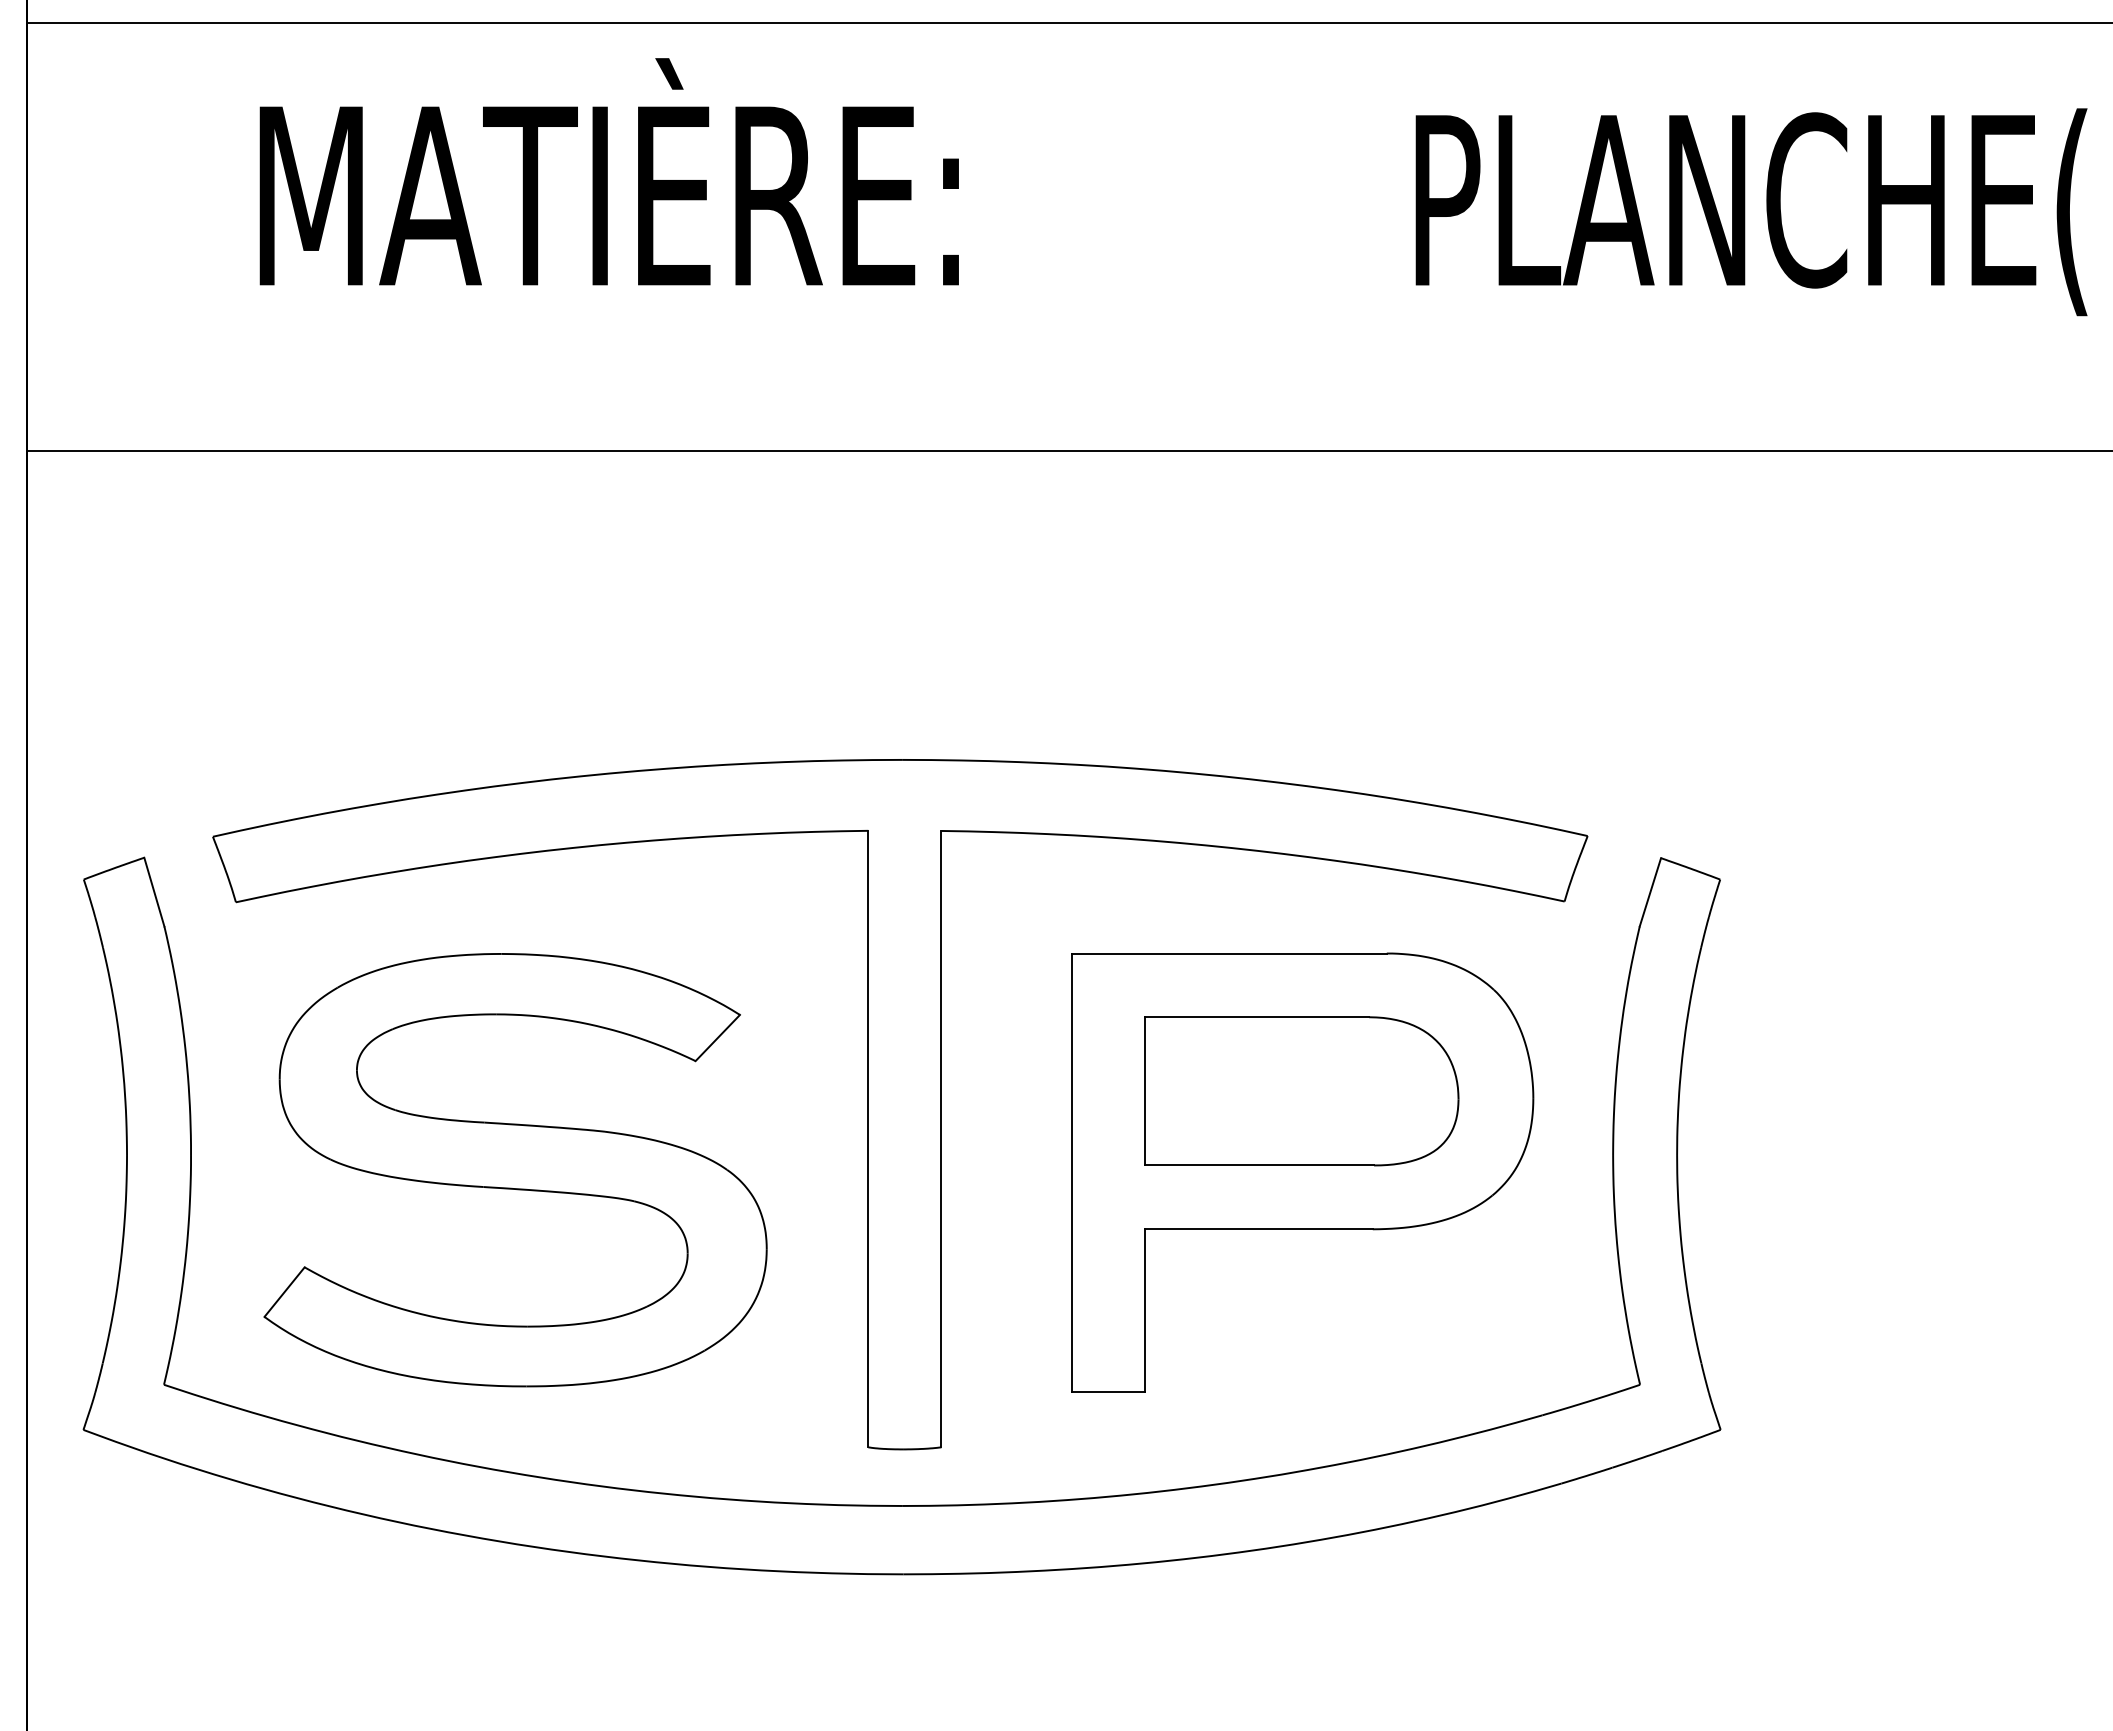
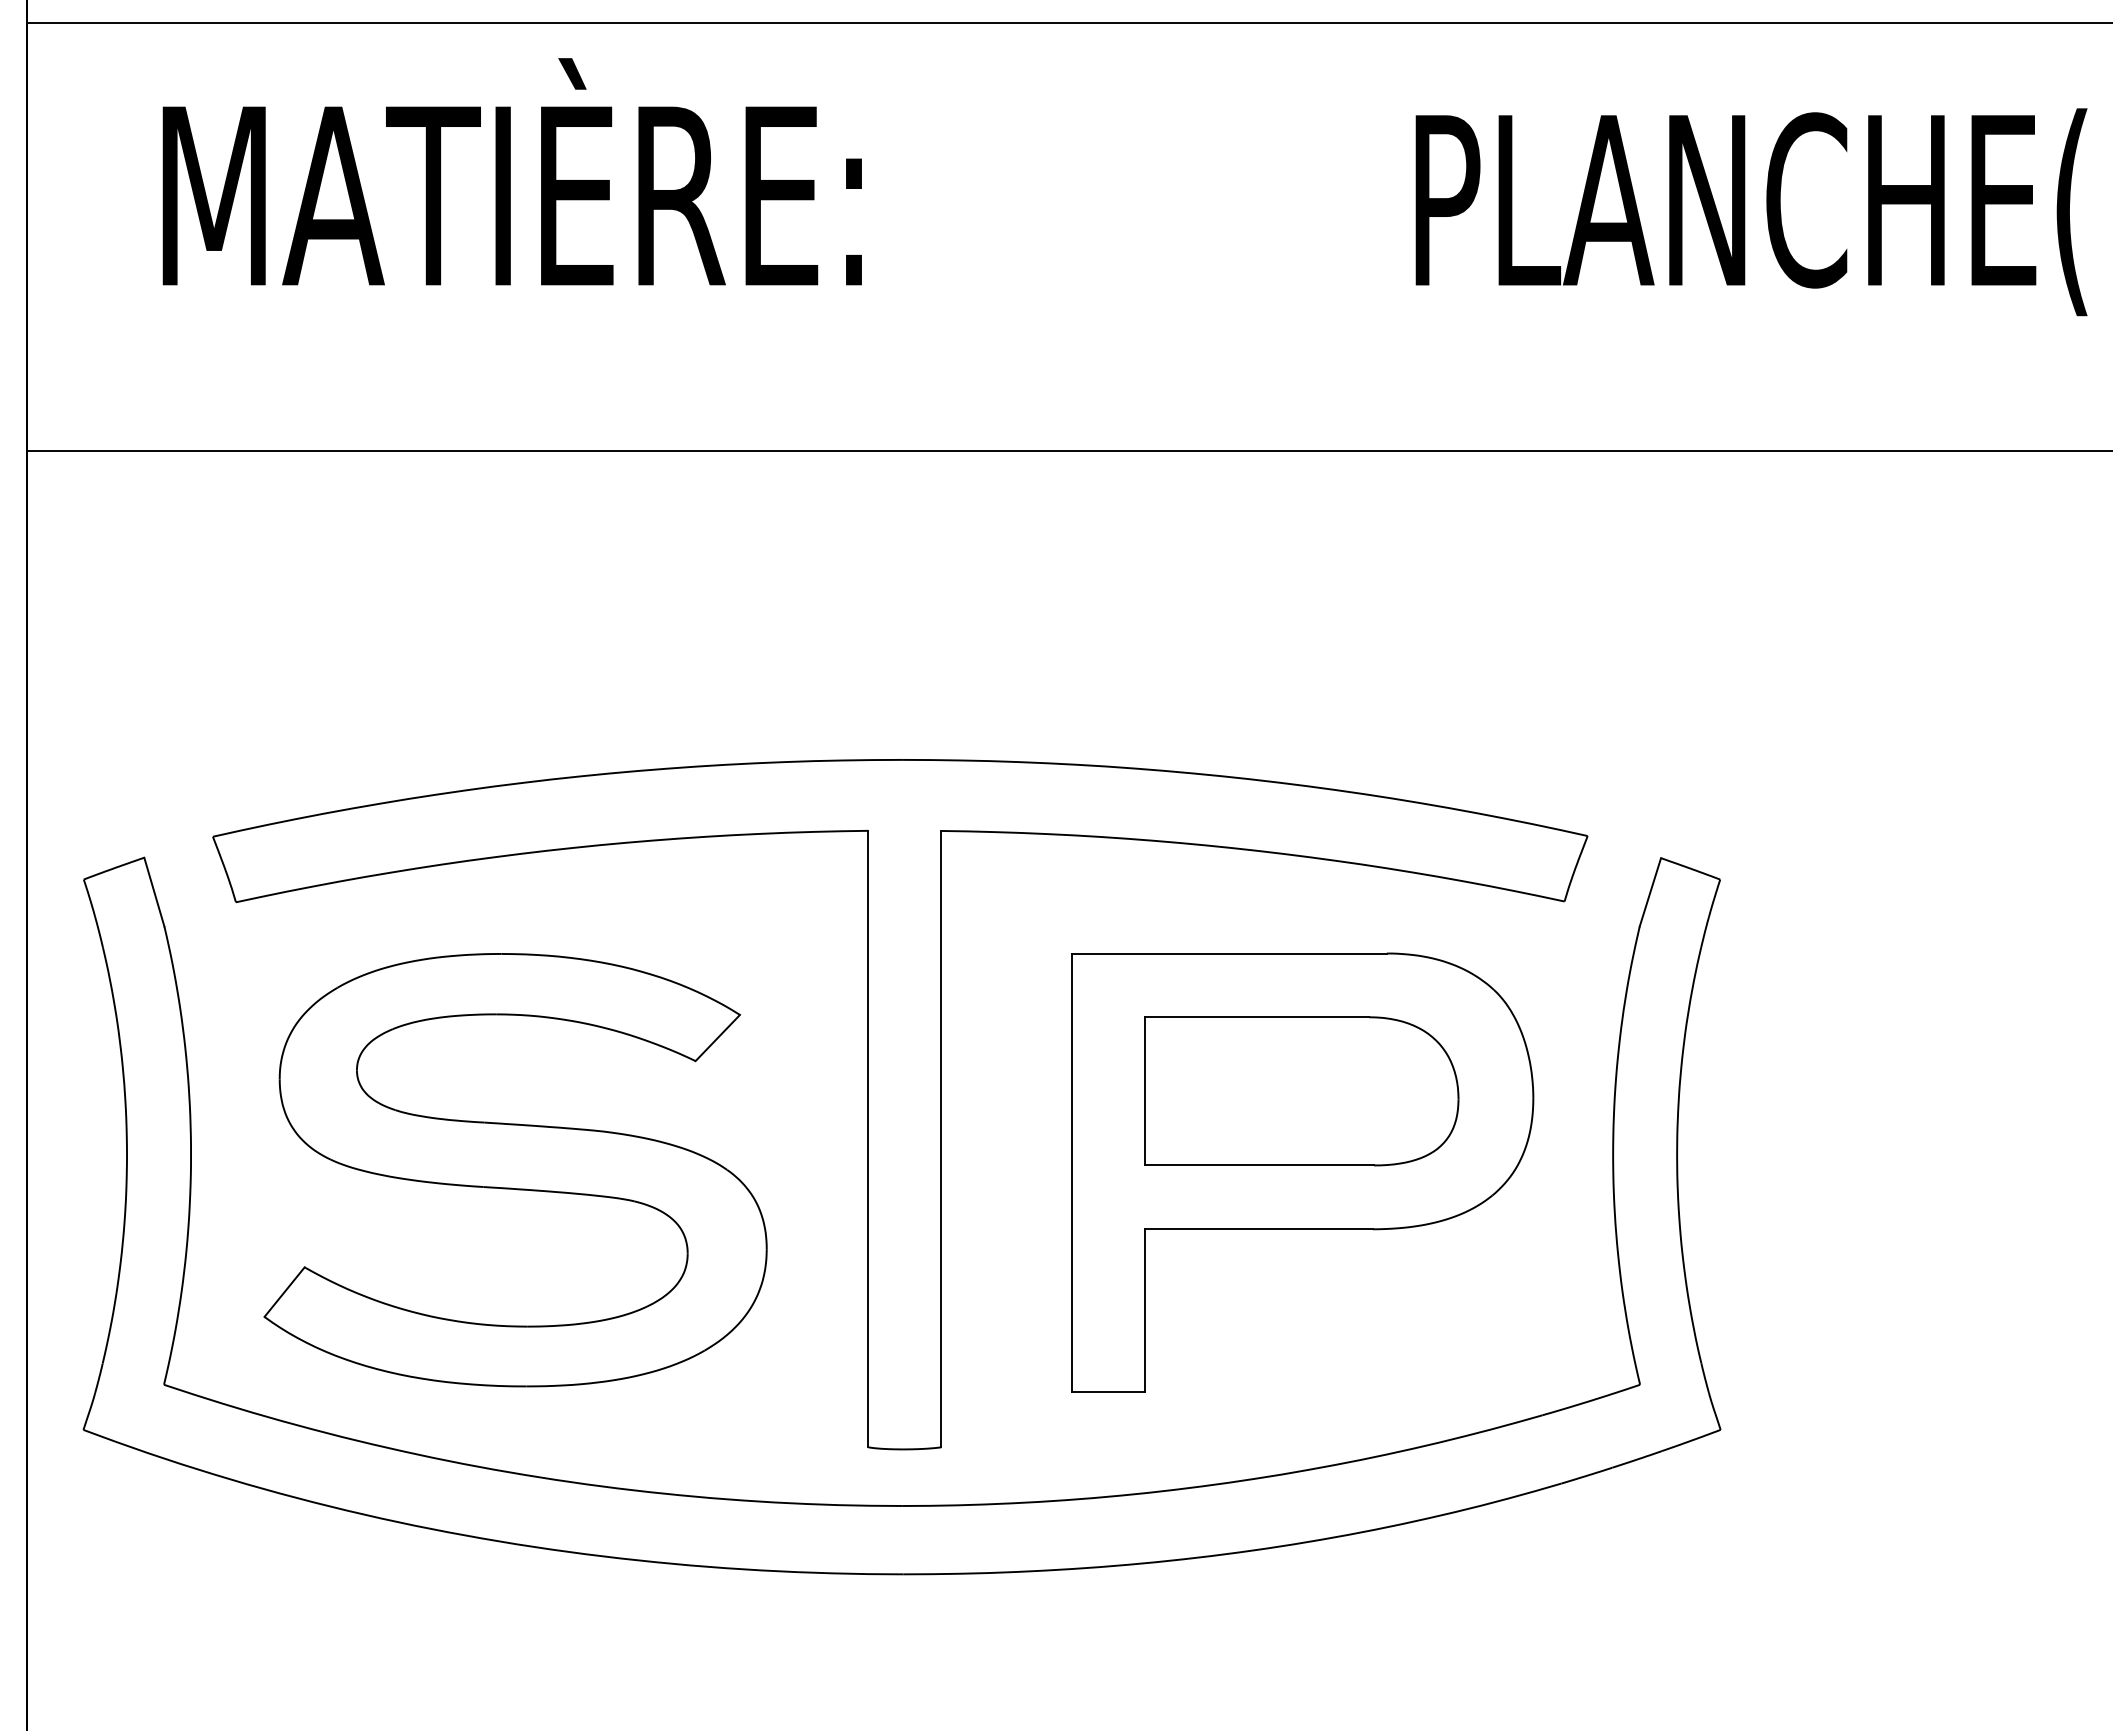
text at (608, 171) position: (608, 171) -> (511, 171)
